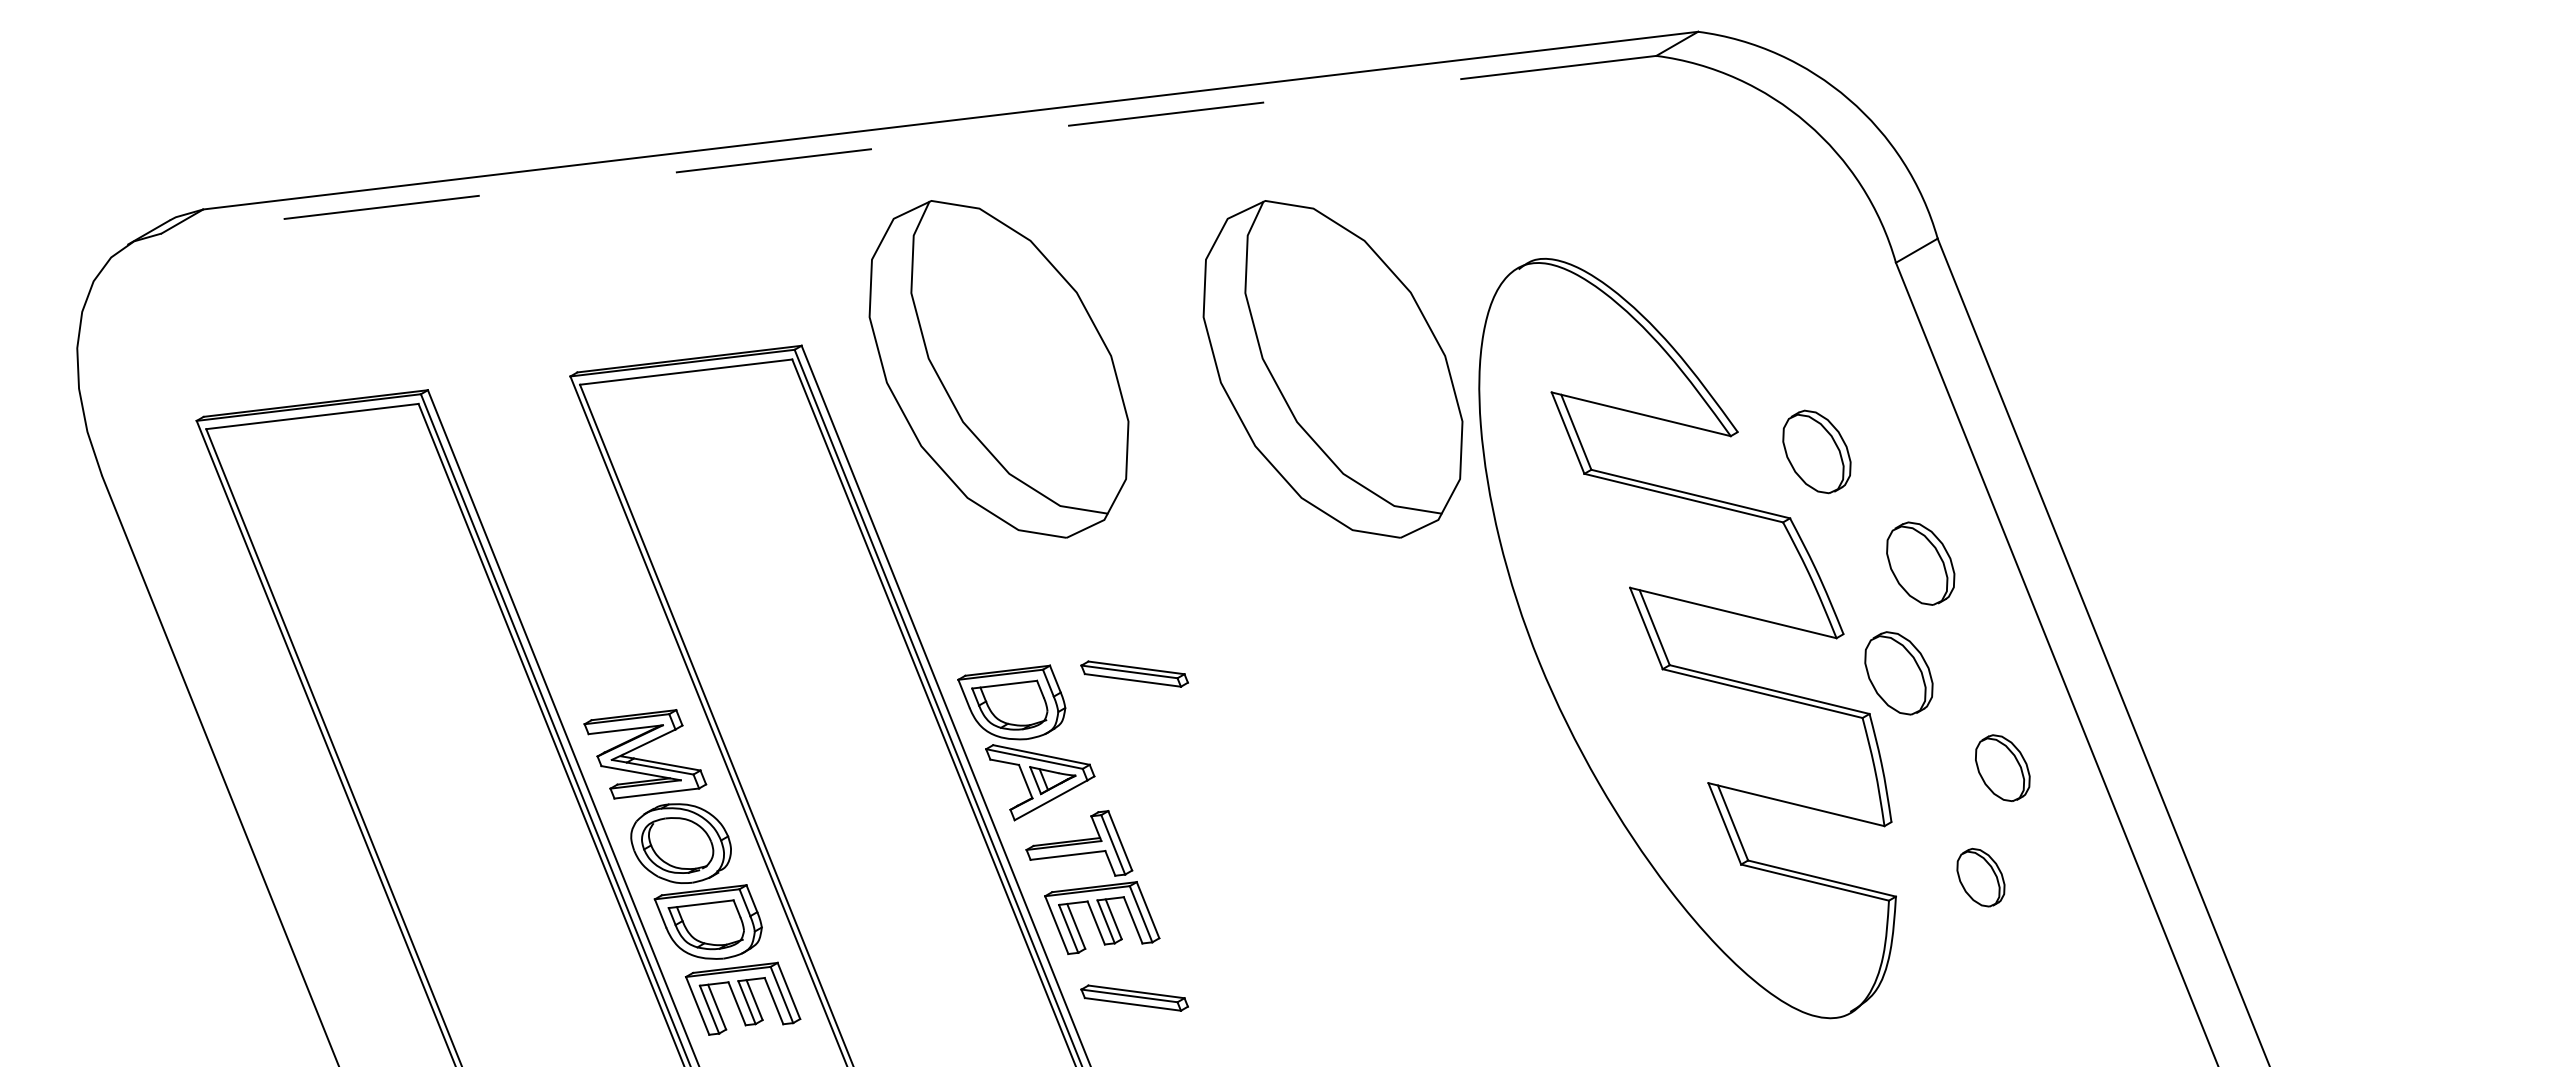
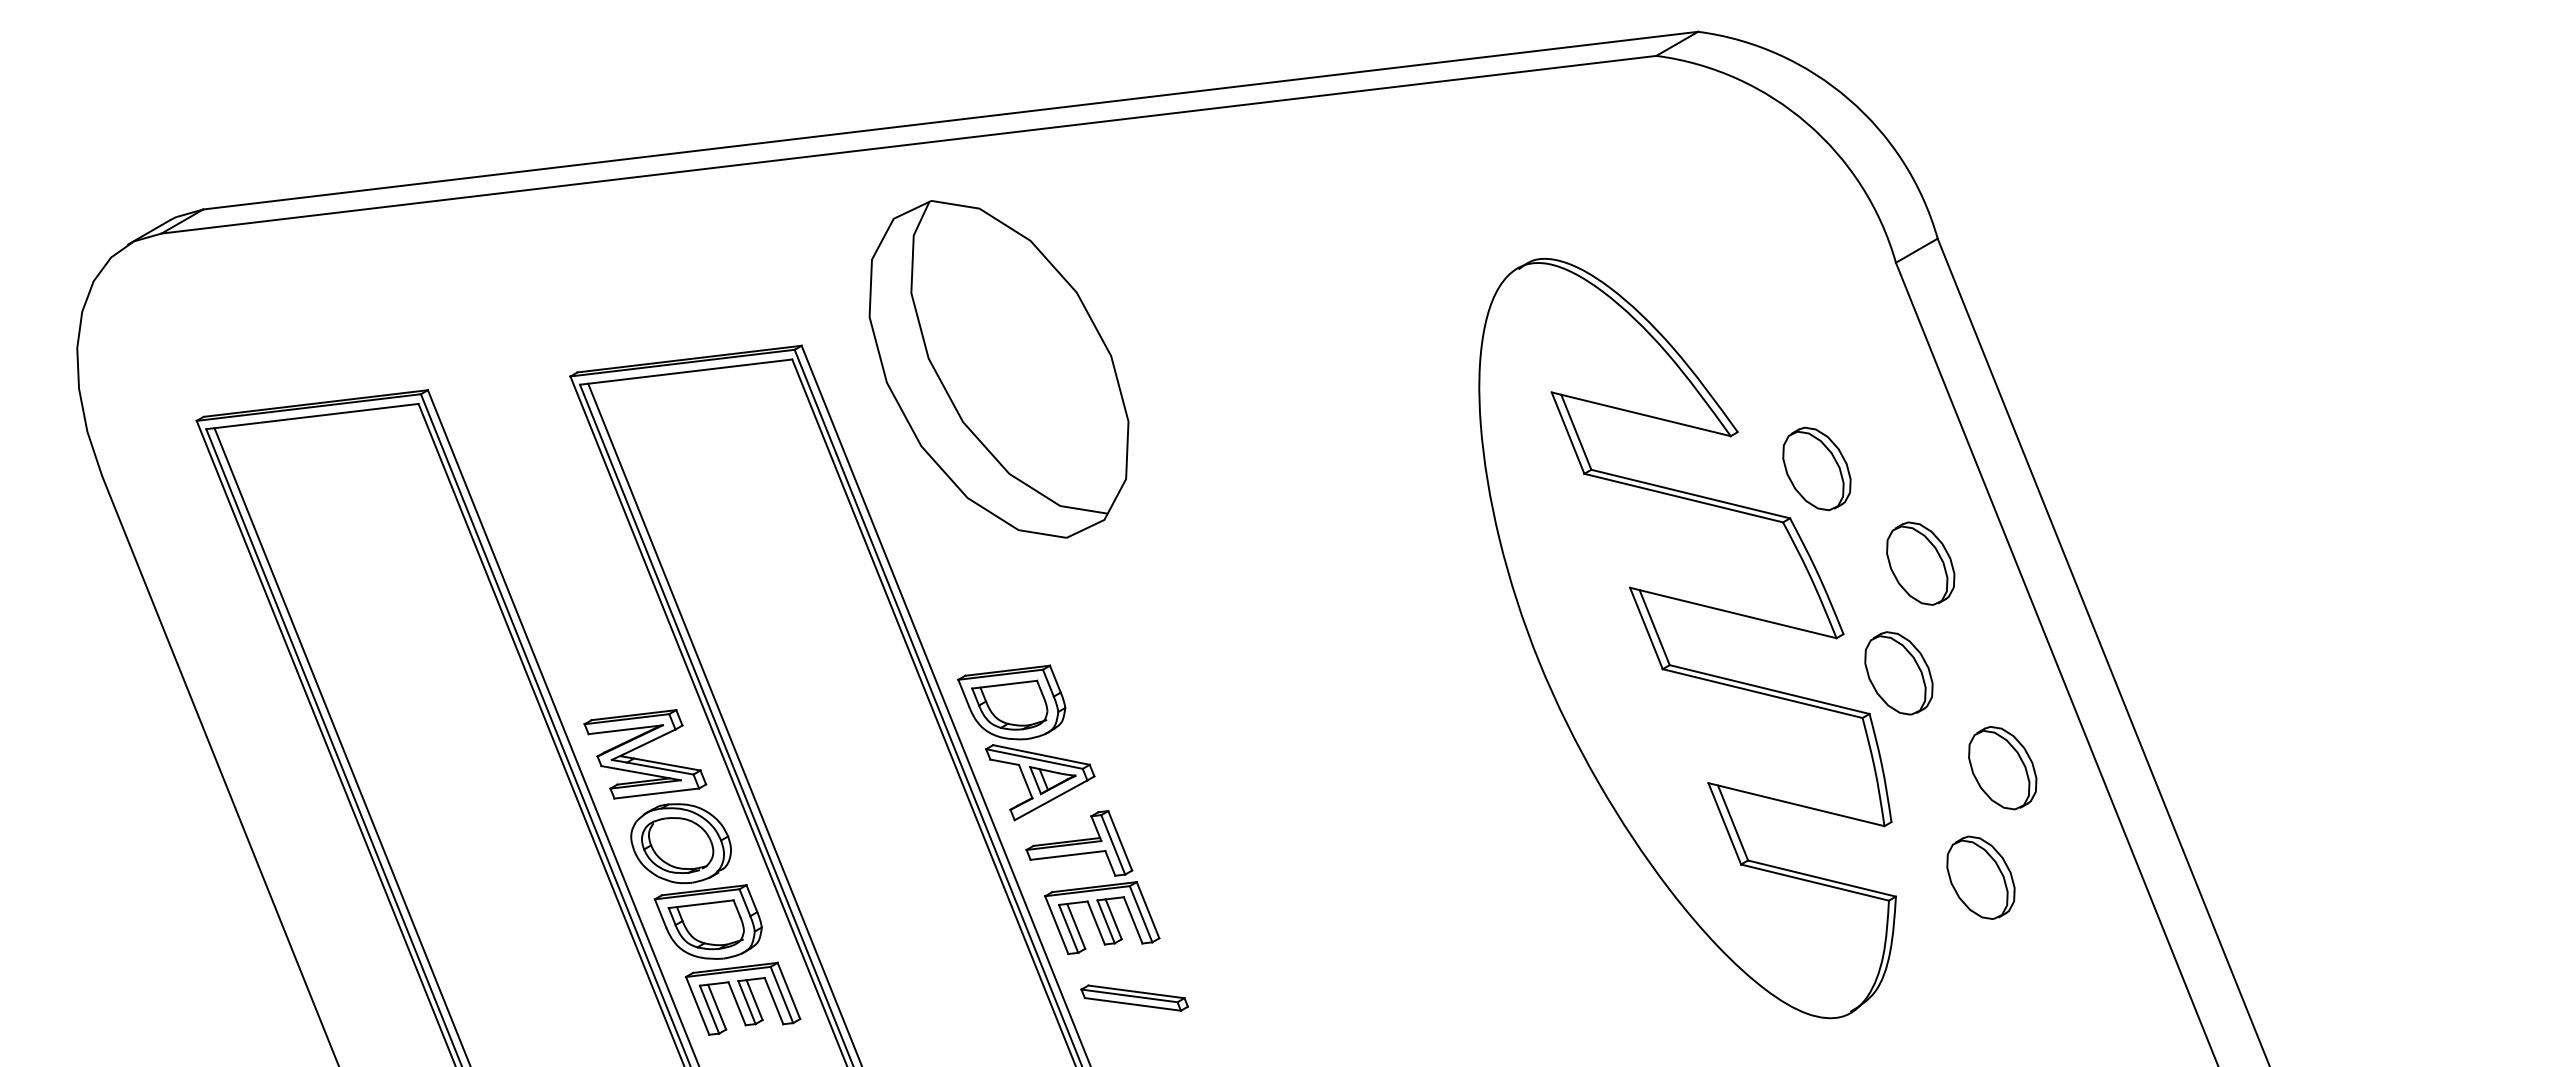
line at (908, 144): dashed -> solid
part at (1332, 369): present -> none
part at (1816, 451) position: (1816, 451) -> (1816, 468)
part at (1134, 673): present -> none
line at (724, 723): none -> present
line at (341, 745): none -> present
part at (2002, 767) size: 56x68 px -> 70x85 px
part at (1980, 877) size: 50x60 px -> 70x85 px
